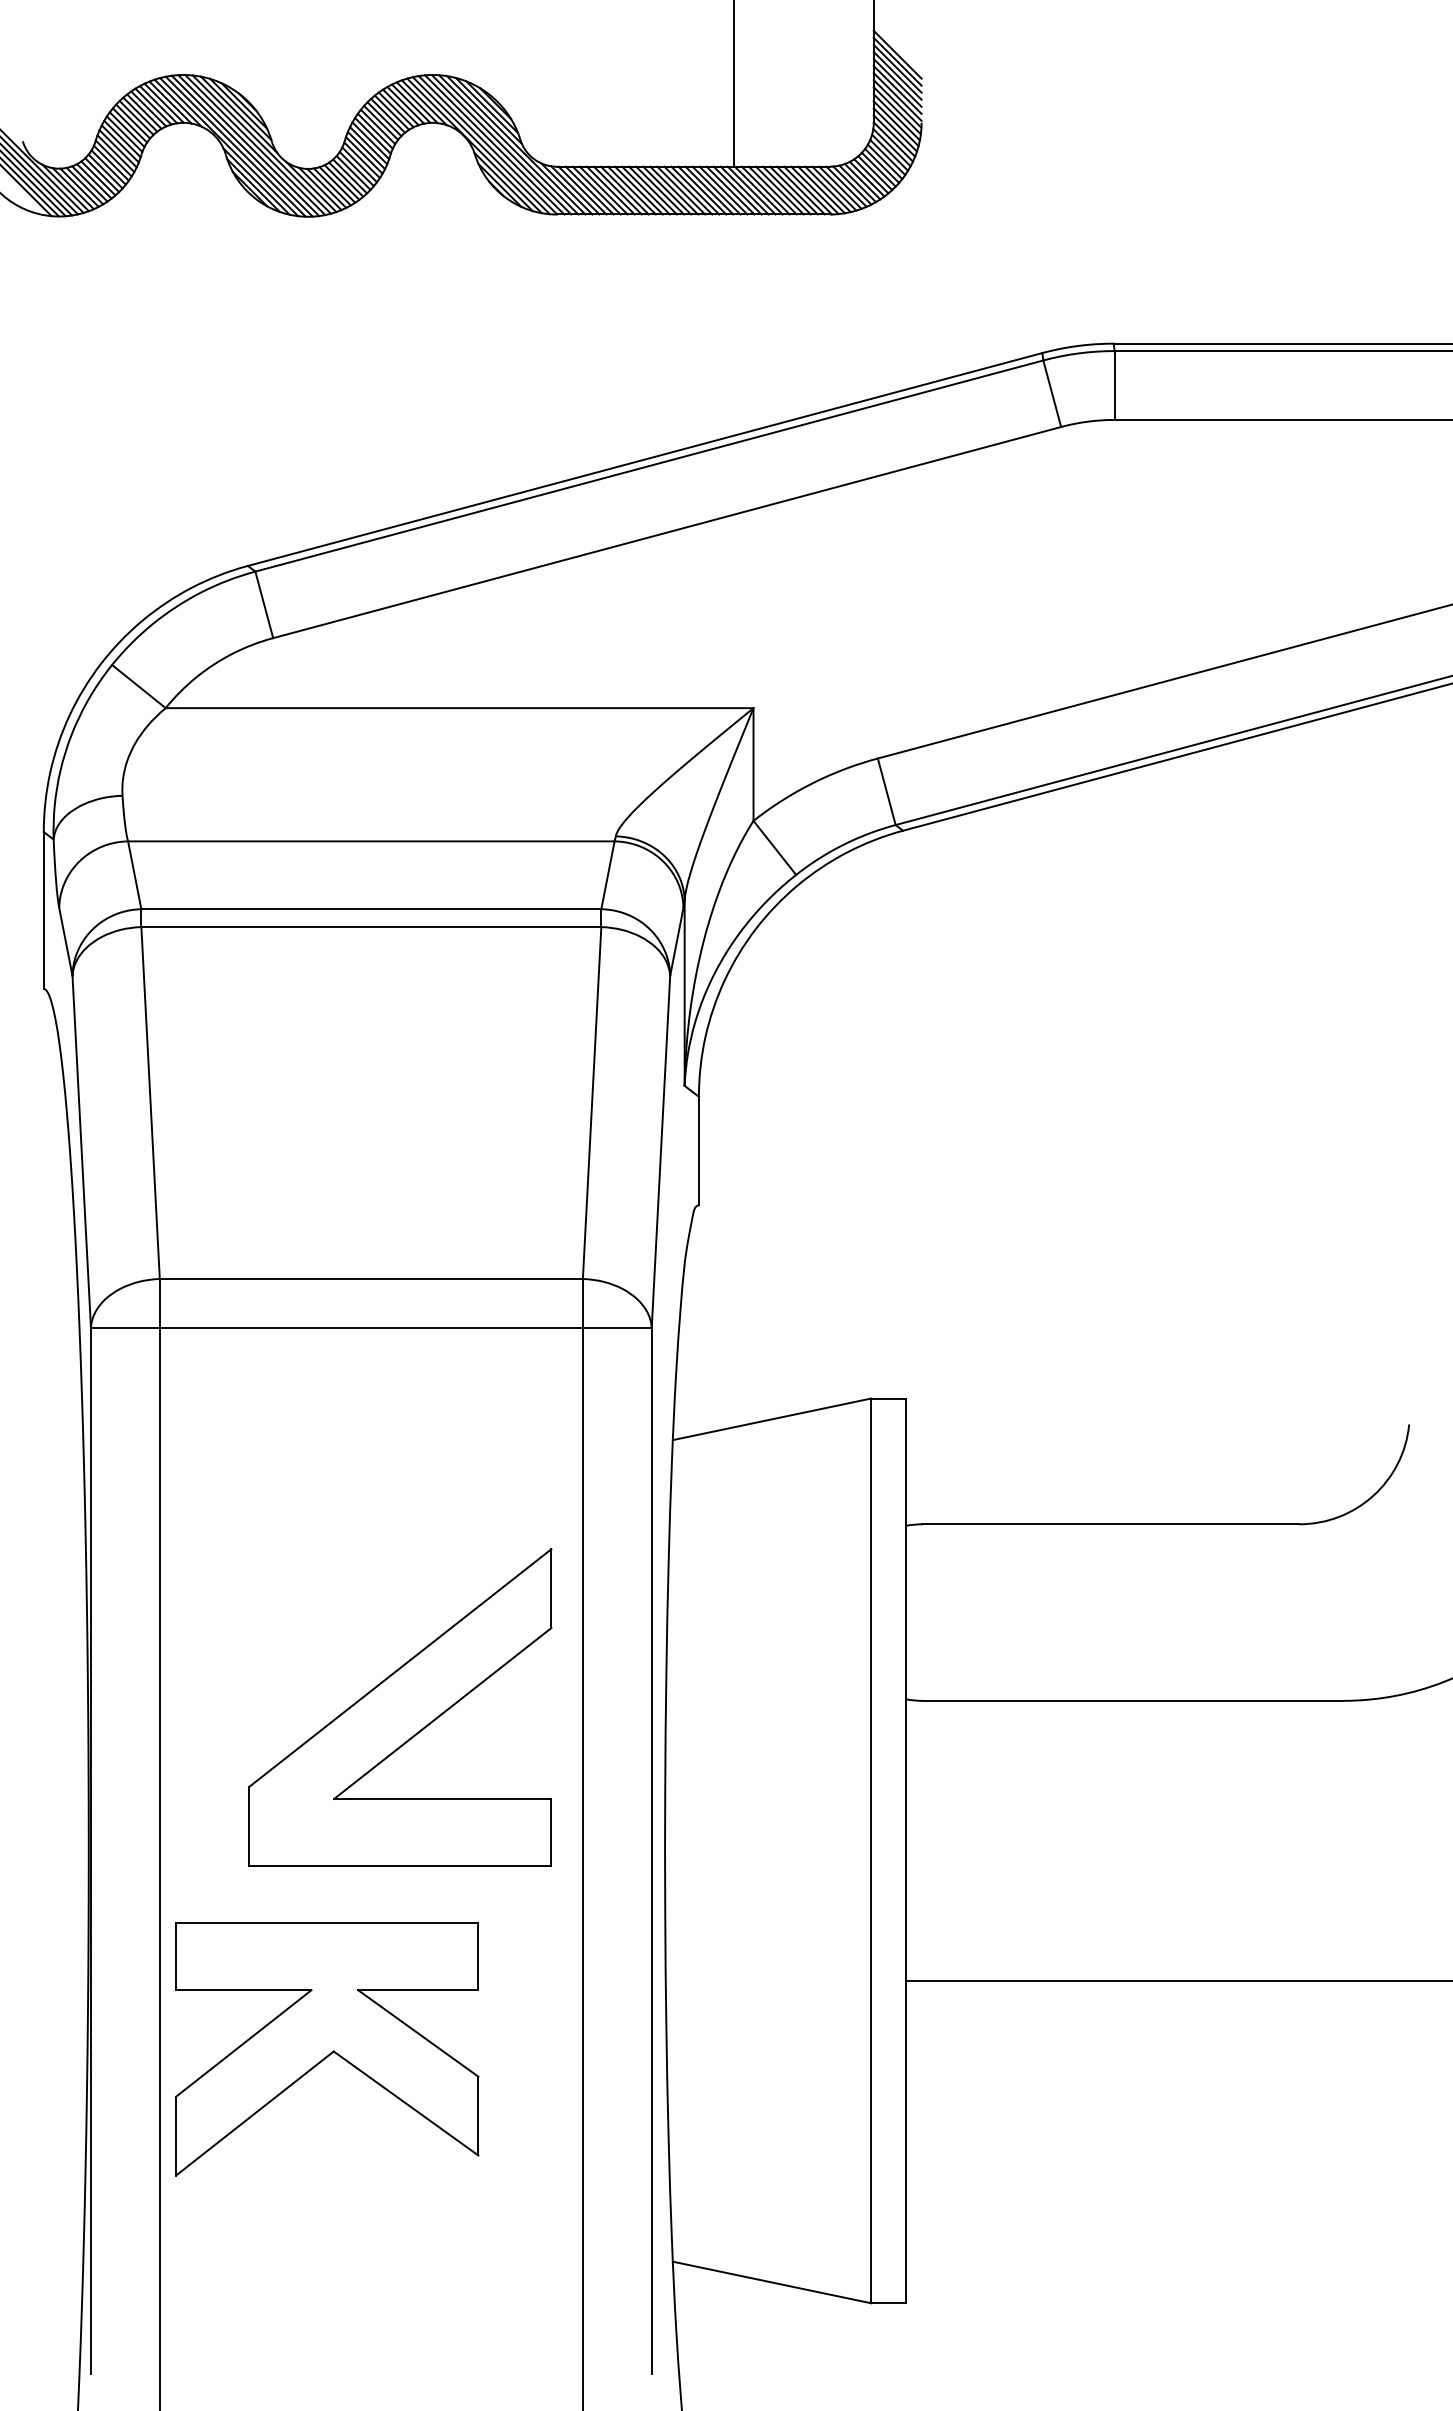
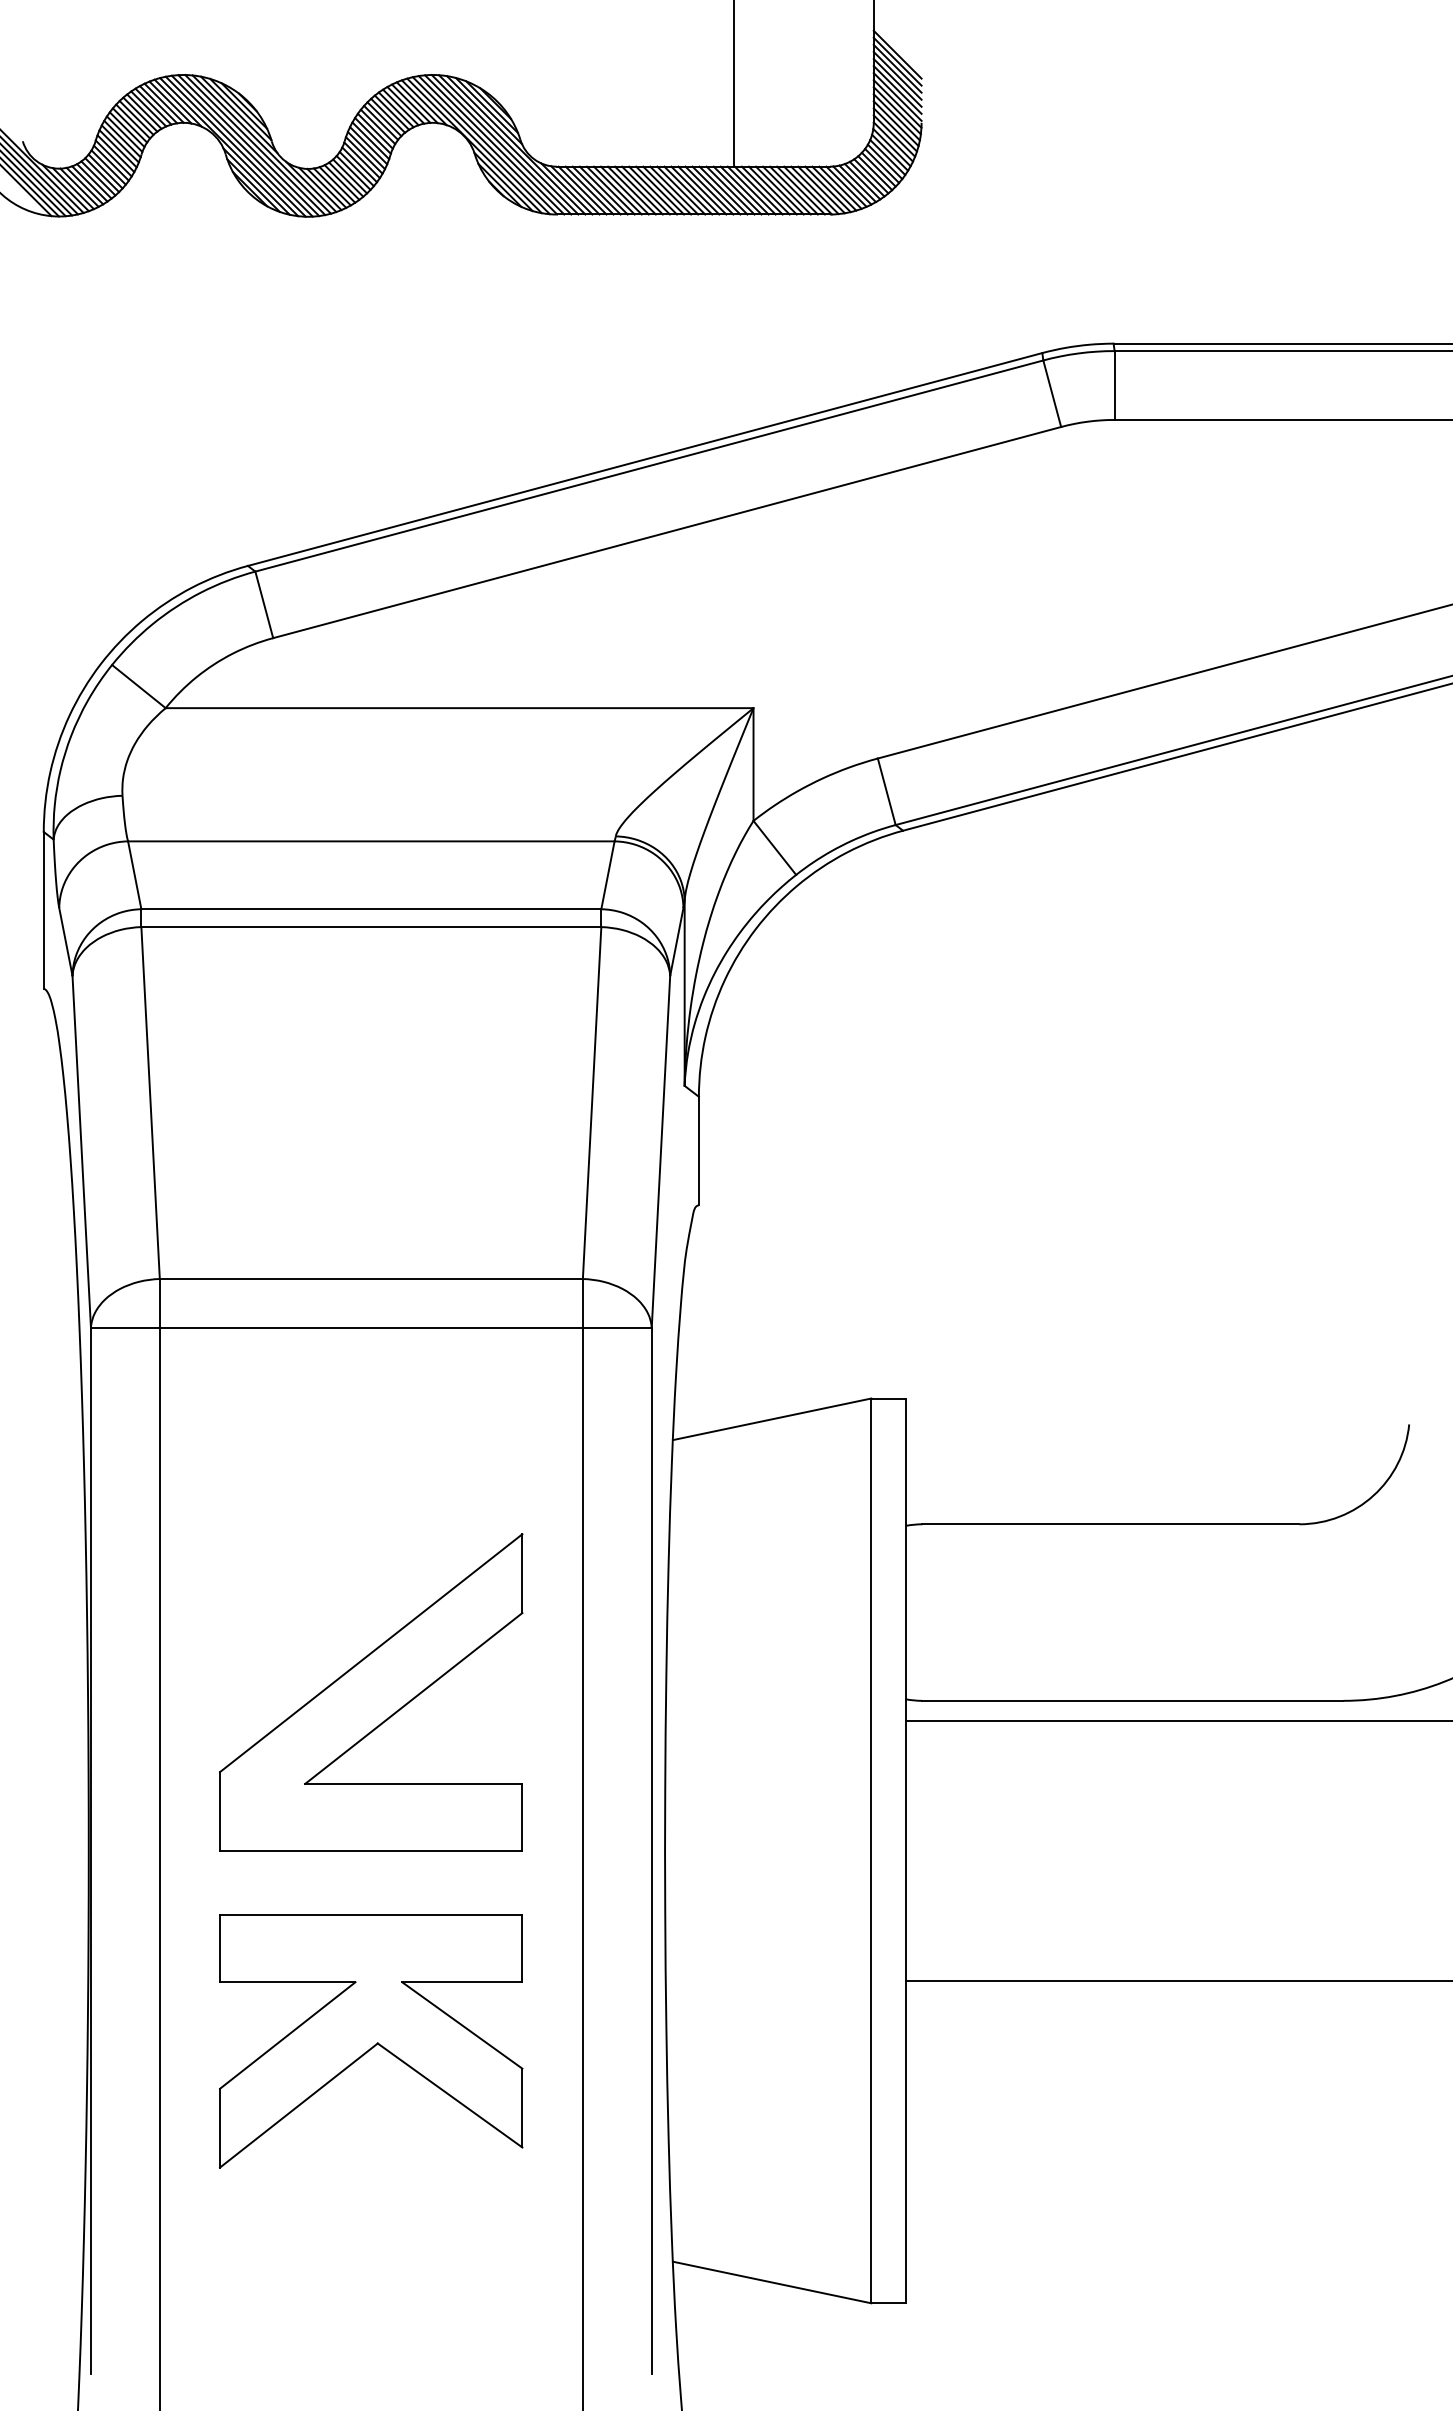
part at (400, 1707) position: (400, 1707) -> (371, 1692)
line at (1177, 1720): none -> present
part at (327, 2049) position: (327, 2049) -> (371, 2041)
